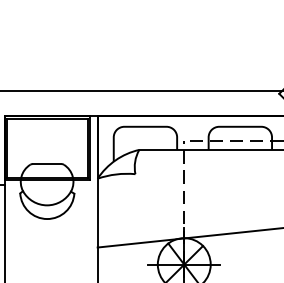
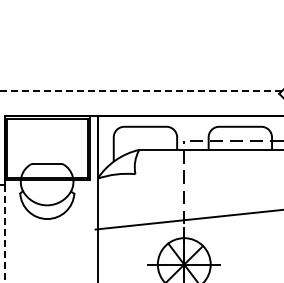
line at (141, 91): solid -> dashed
line at (5, 234): solid -> dashed
line at (188, 237) position: (188, 237) -> (187, 219)
